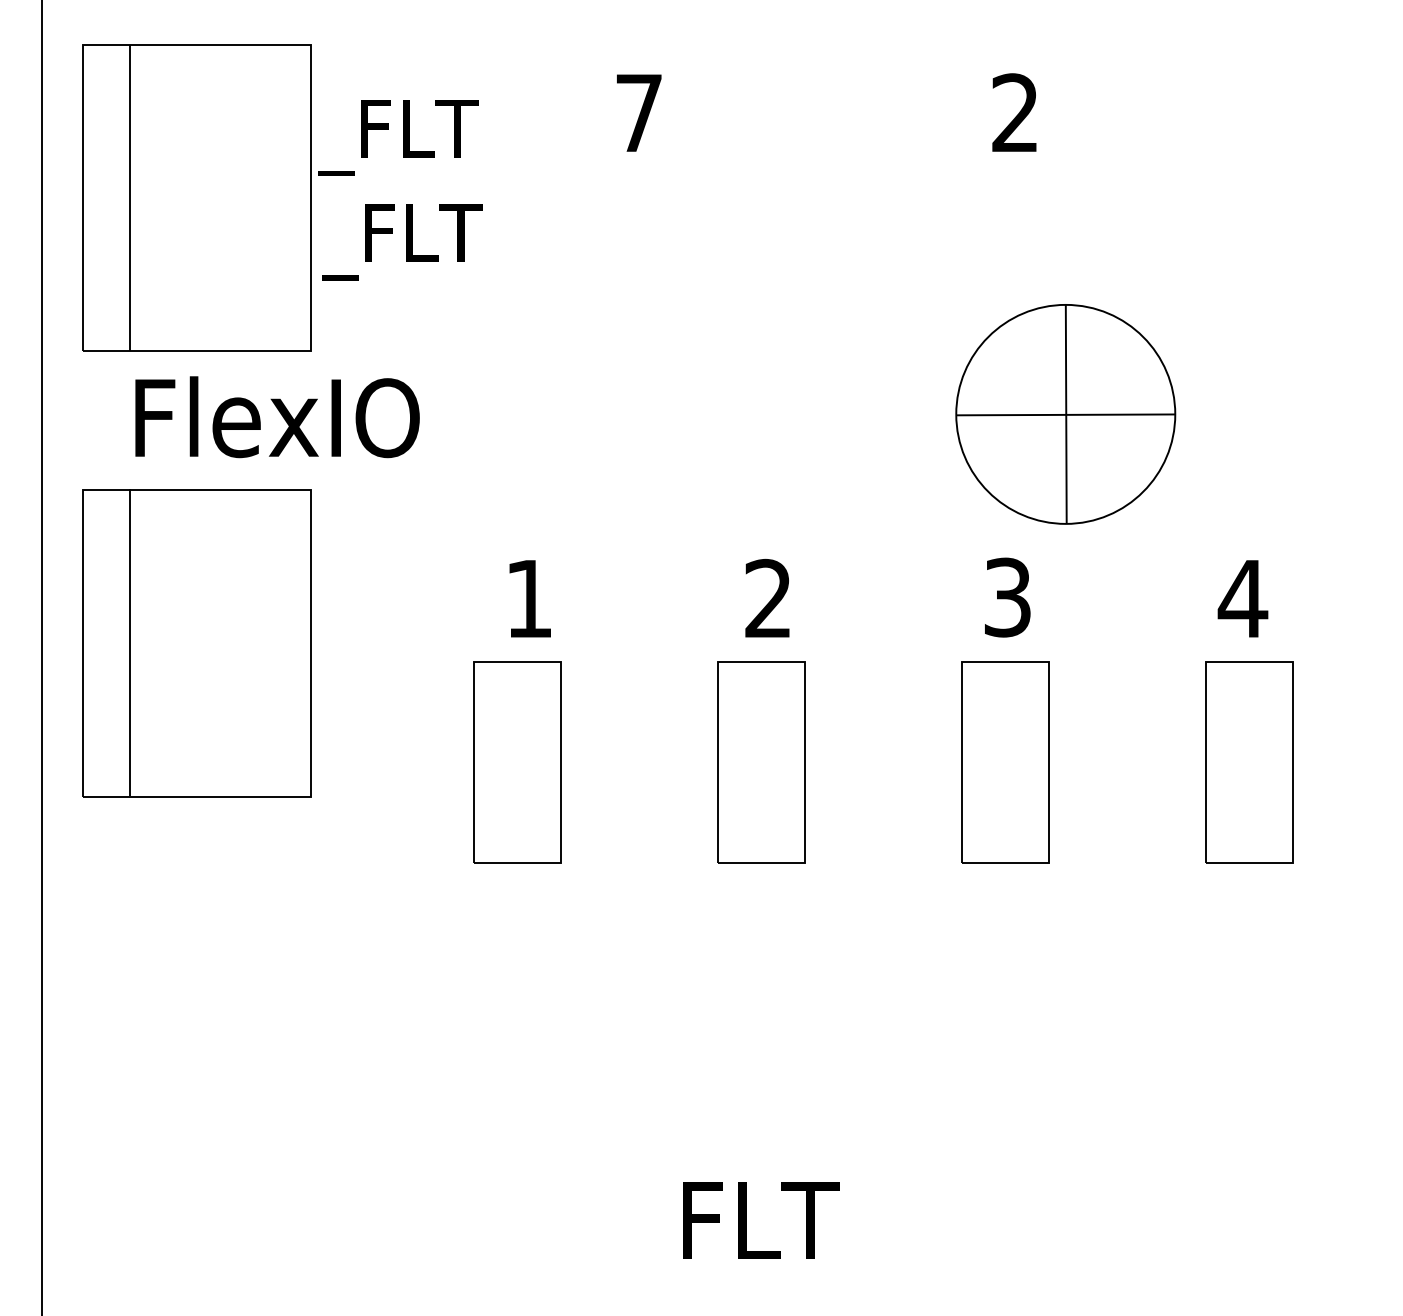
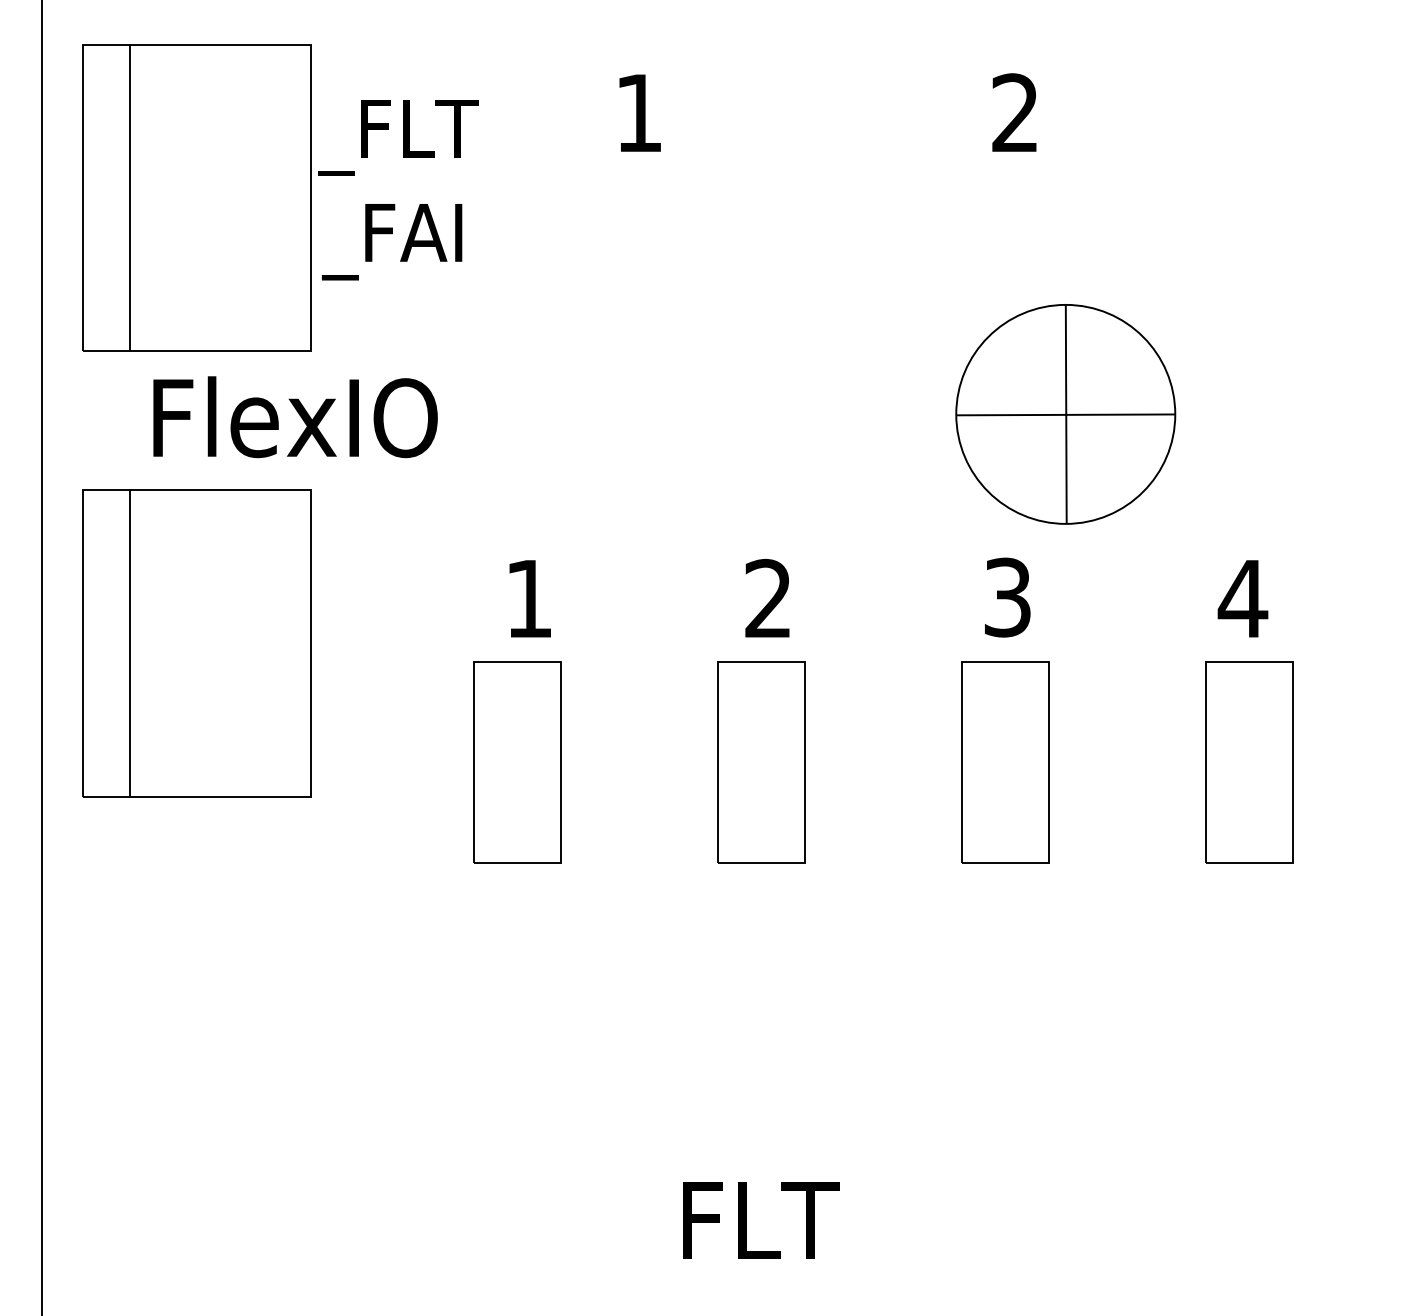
text at (638, 112): 7 -> 1
text at (401, 242): _FLT -> _FAI
text at (277, 417) position: (277, 417) -> (295, 417)
